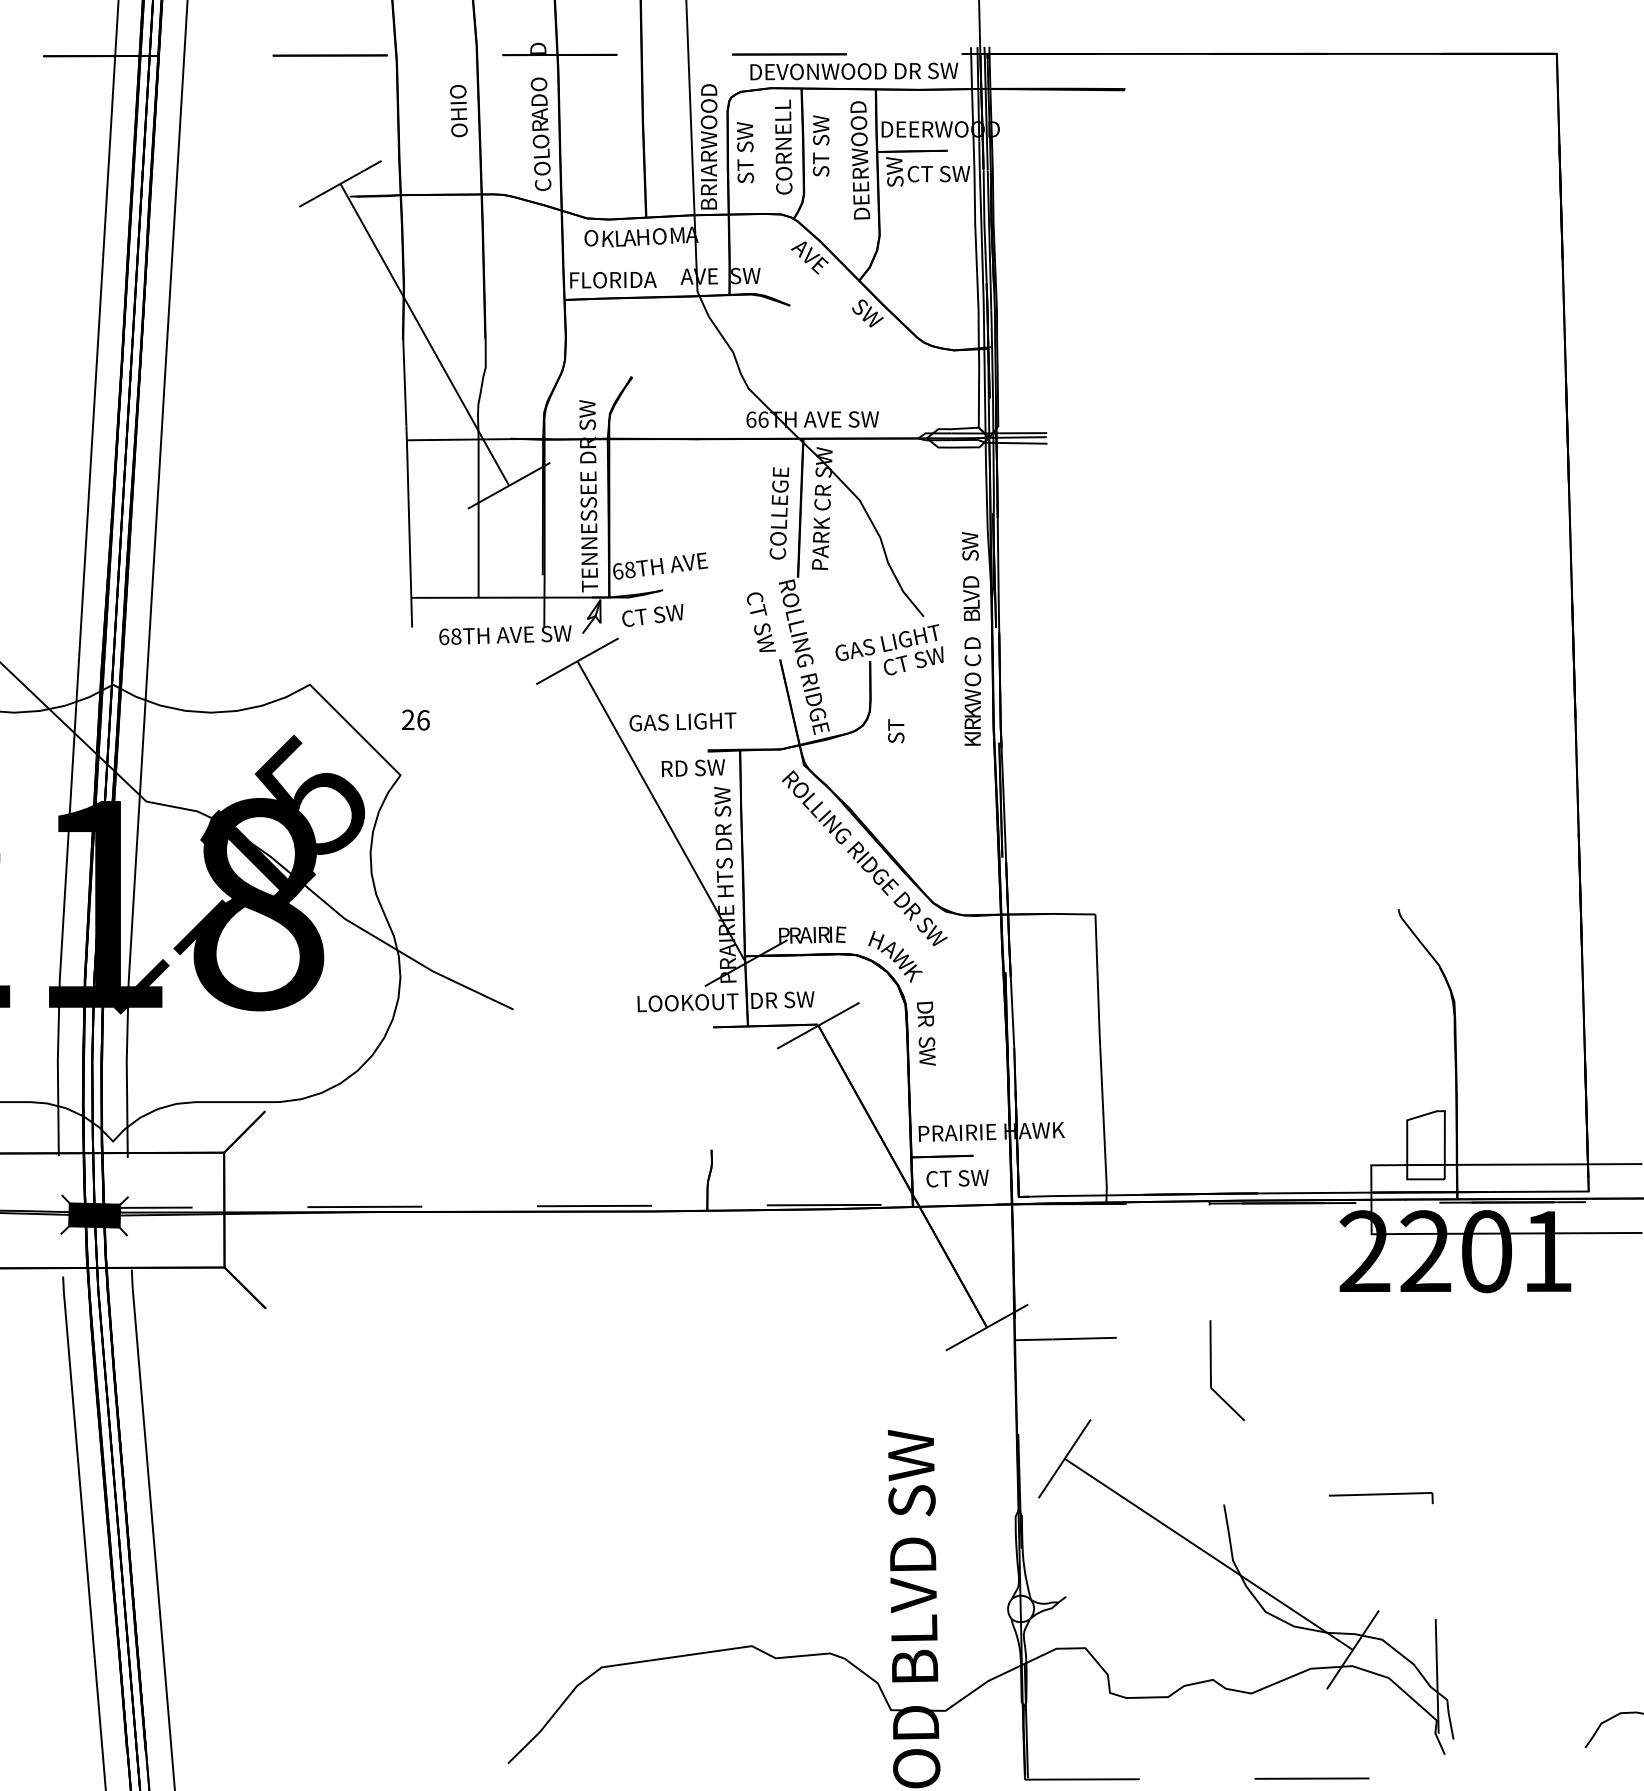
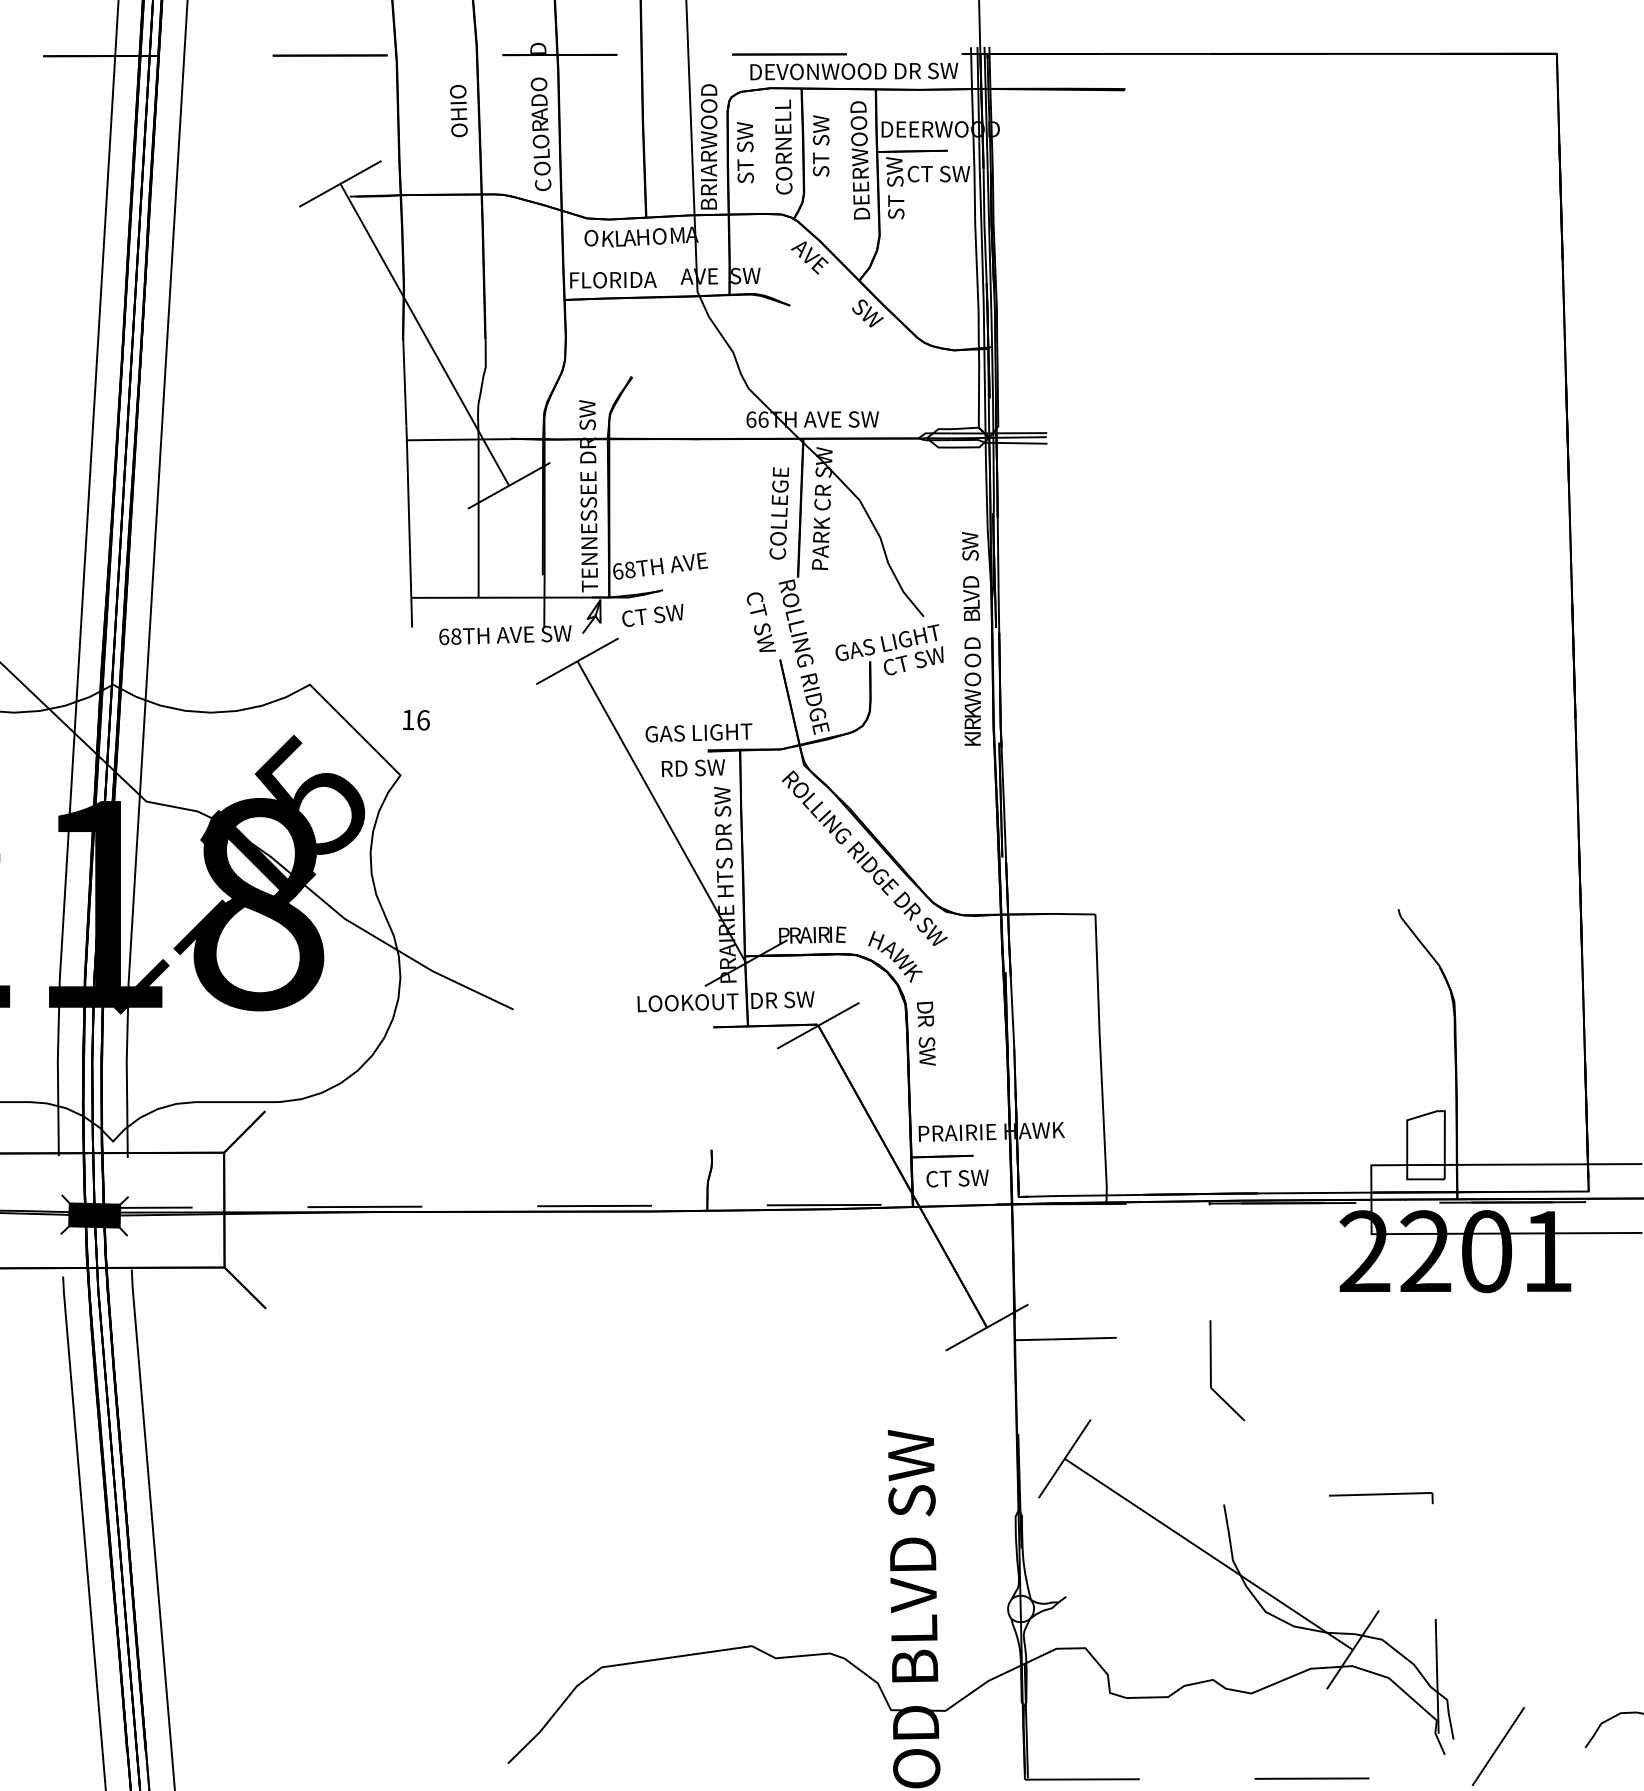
text at (972, 660): C -> O
text at (407, 719): 26 -> 16
text at (682, 721) position: (682, 721) -> (698, 732)
text at (896, 731) position: (896, 731) -> (896, 207)
line at (1497, 1746): none -> present
